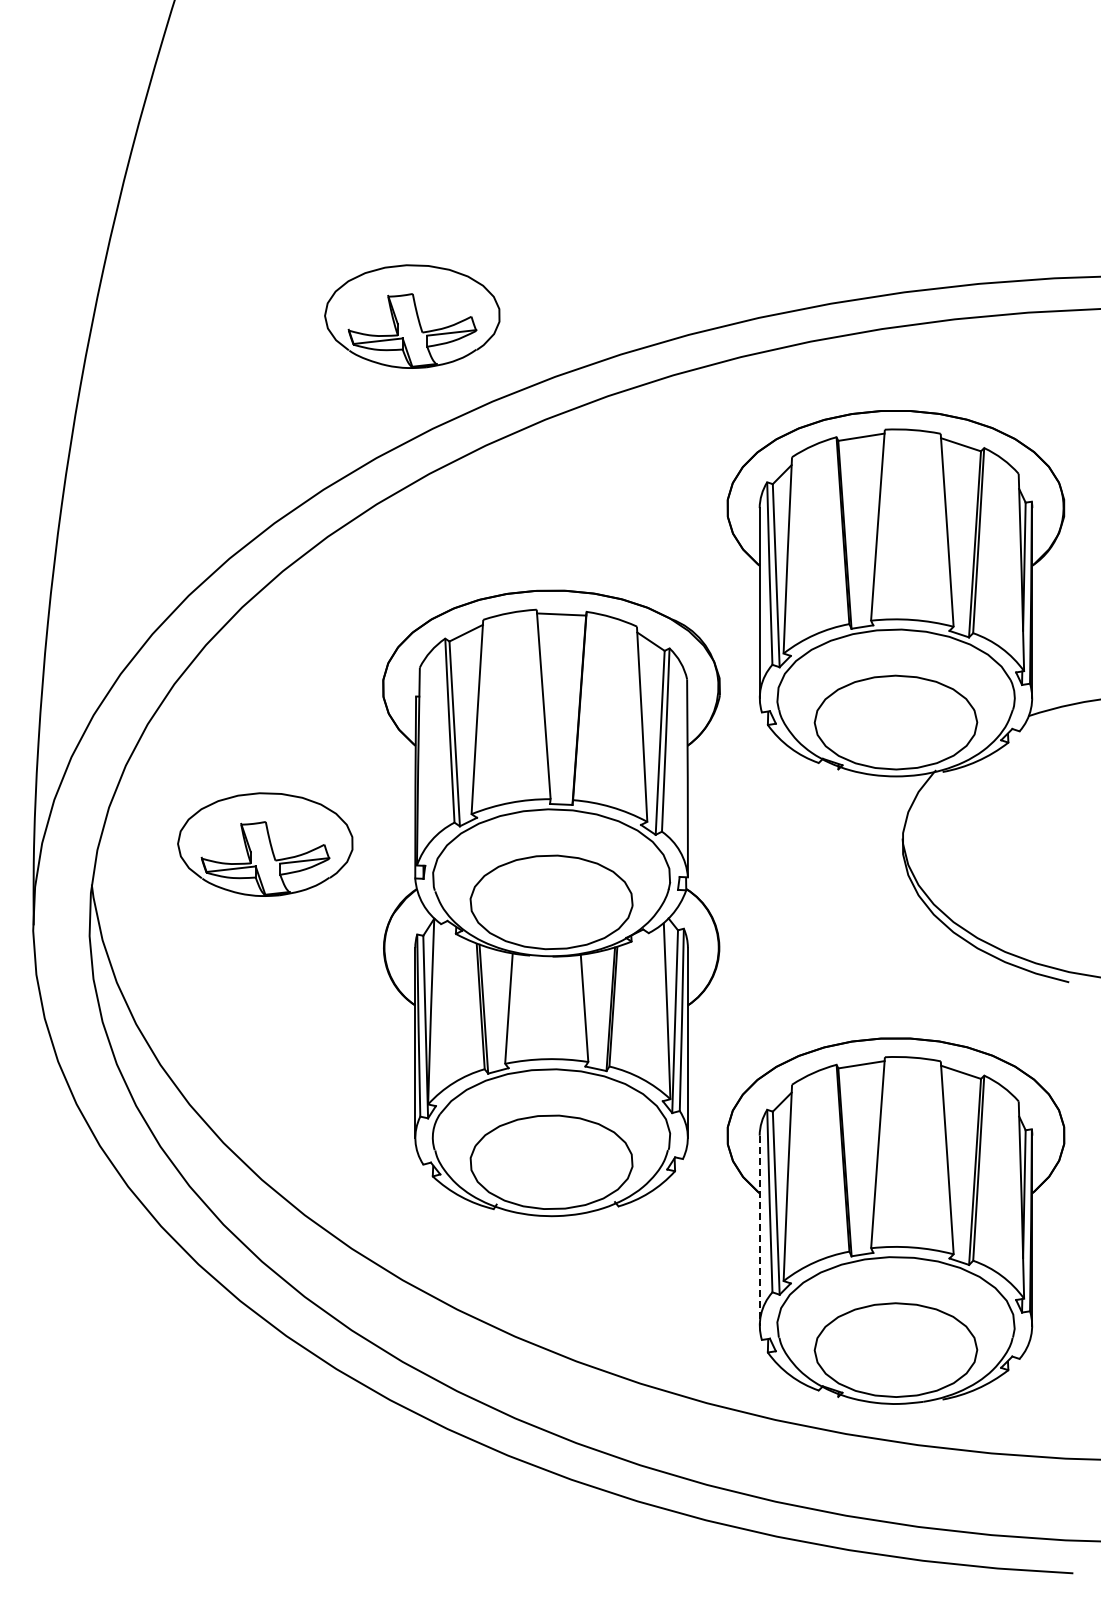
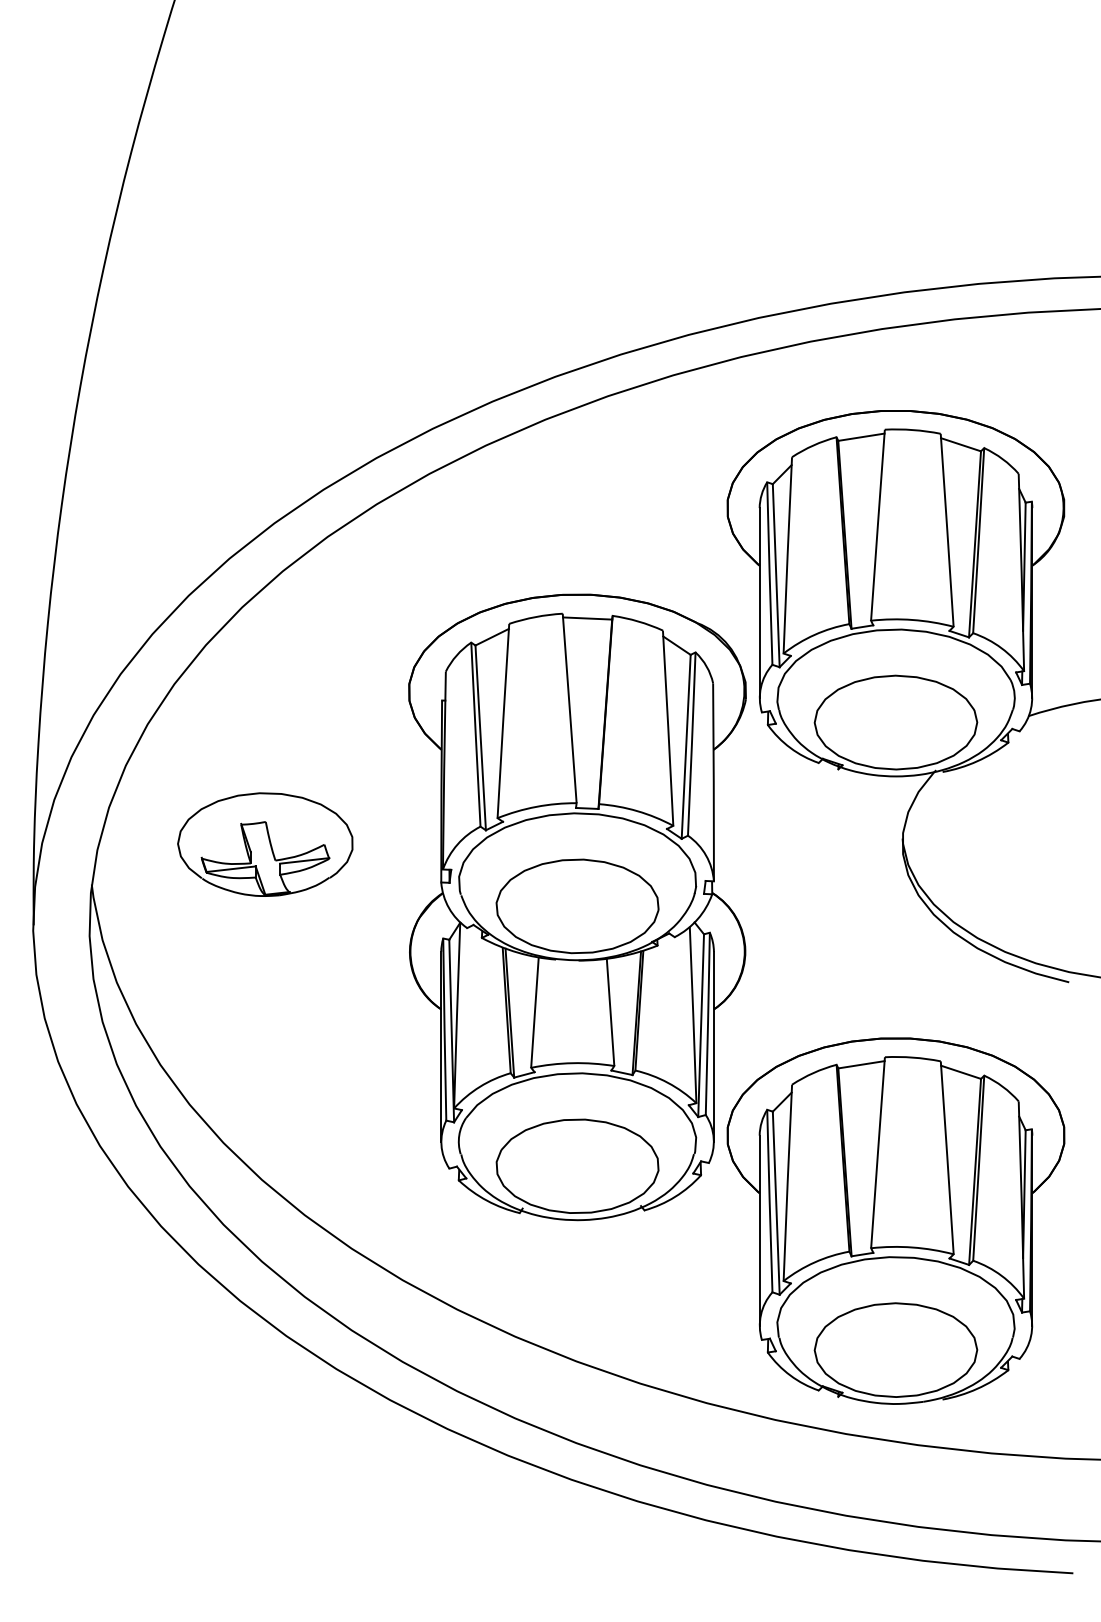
part at (412, 316): present -> none
part at (551, 903) position: (551, 903) -> (577, 907)
line at (759, 1230): dashed -> solid
